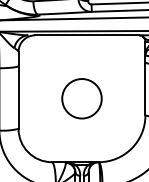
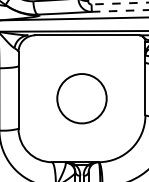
line at (119, 3): solid -> dashed
line at (119, 10): solid -> dashed
circle at (81, 98) size: 42x42 px -> 52x52 px
